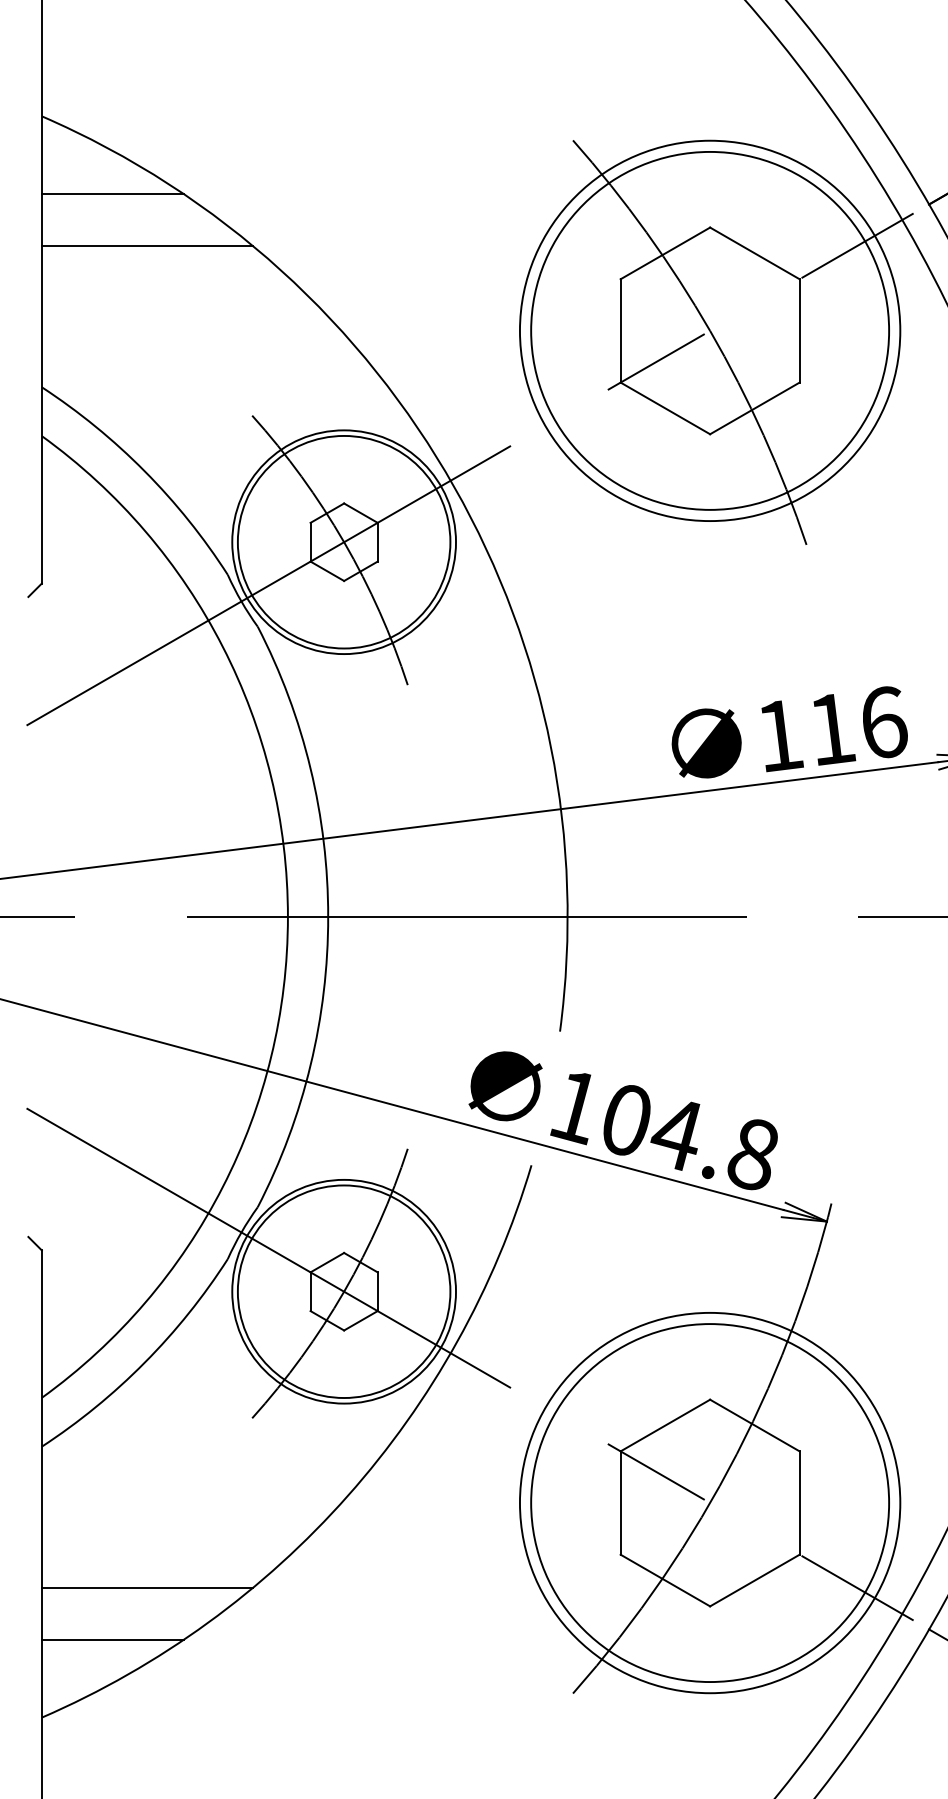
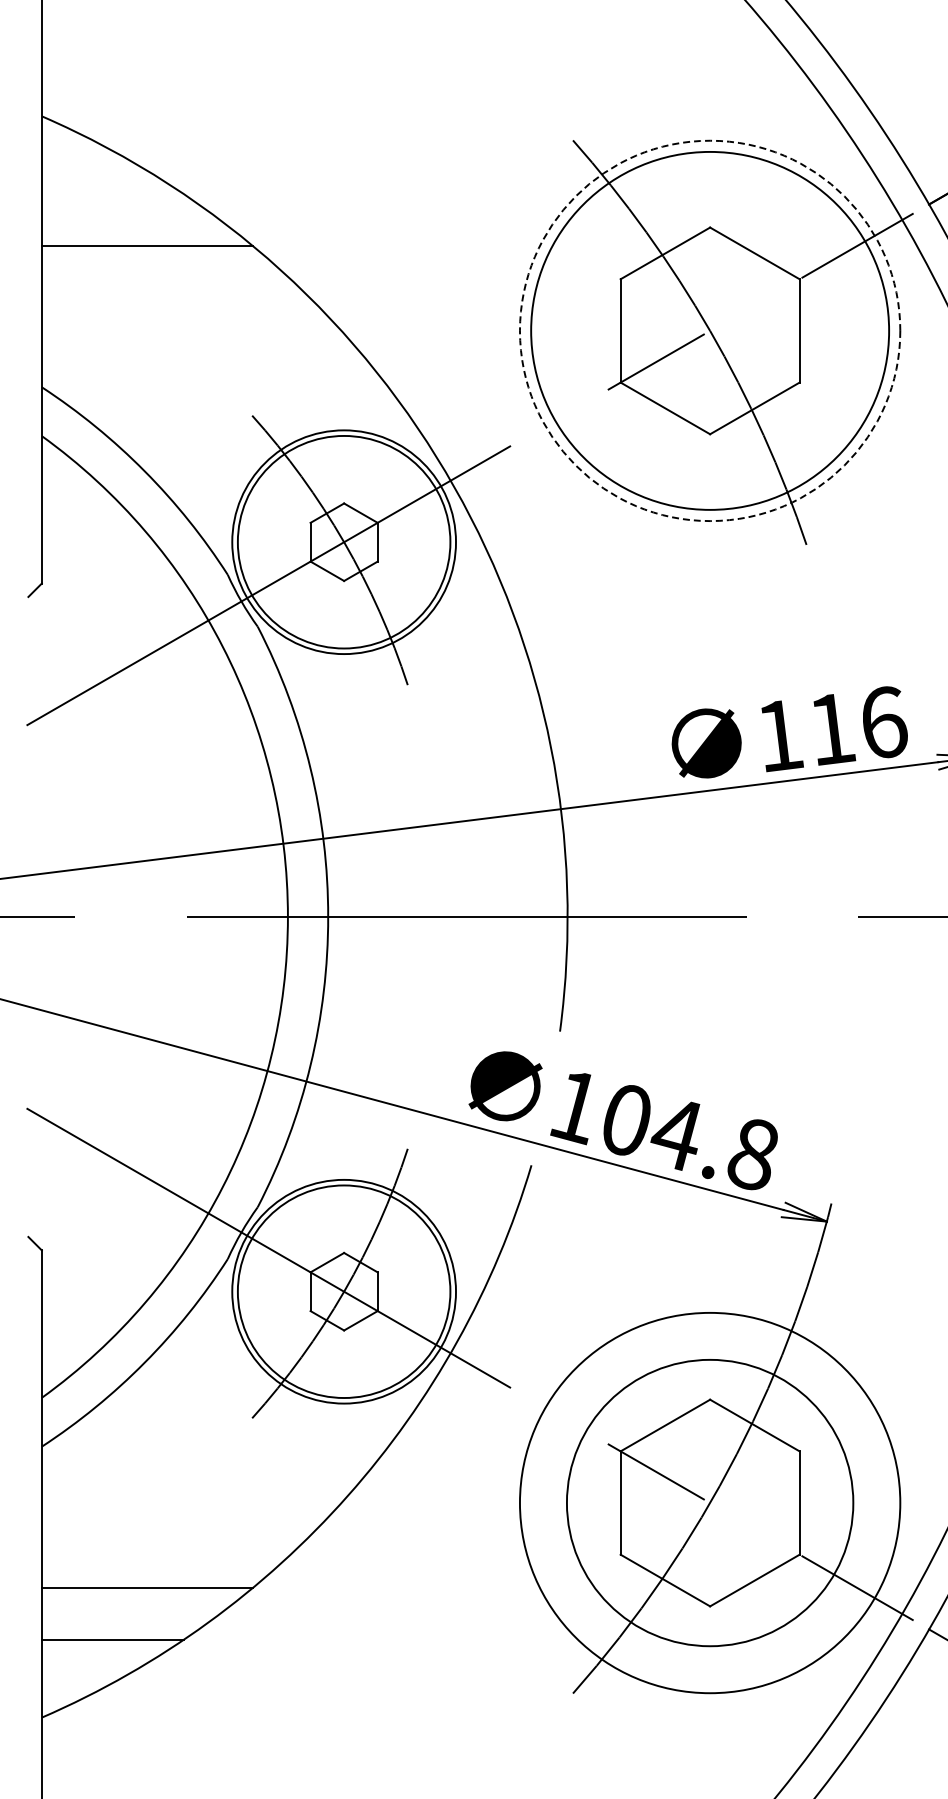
line at (112, 194): present -> none
circle at (709, 330): solid -> dashed
circle at (710, 1503) diameter: 358 px -> 286 px
